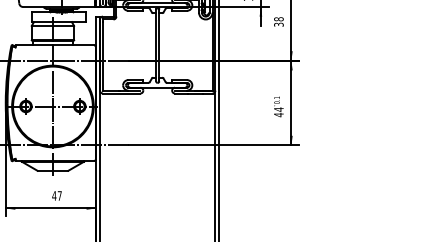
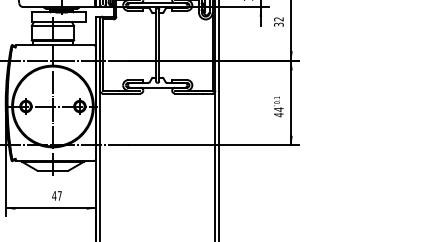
text at (278, 19): 38 -> 32
